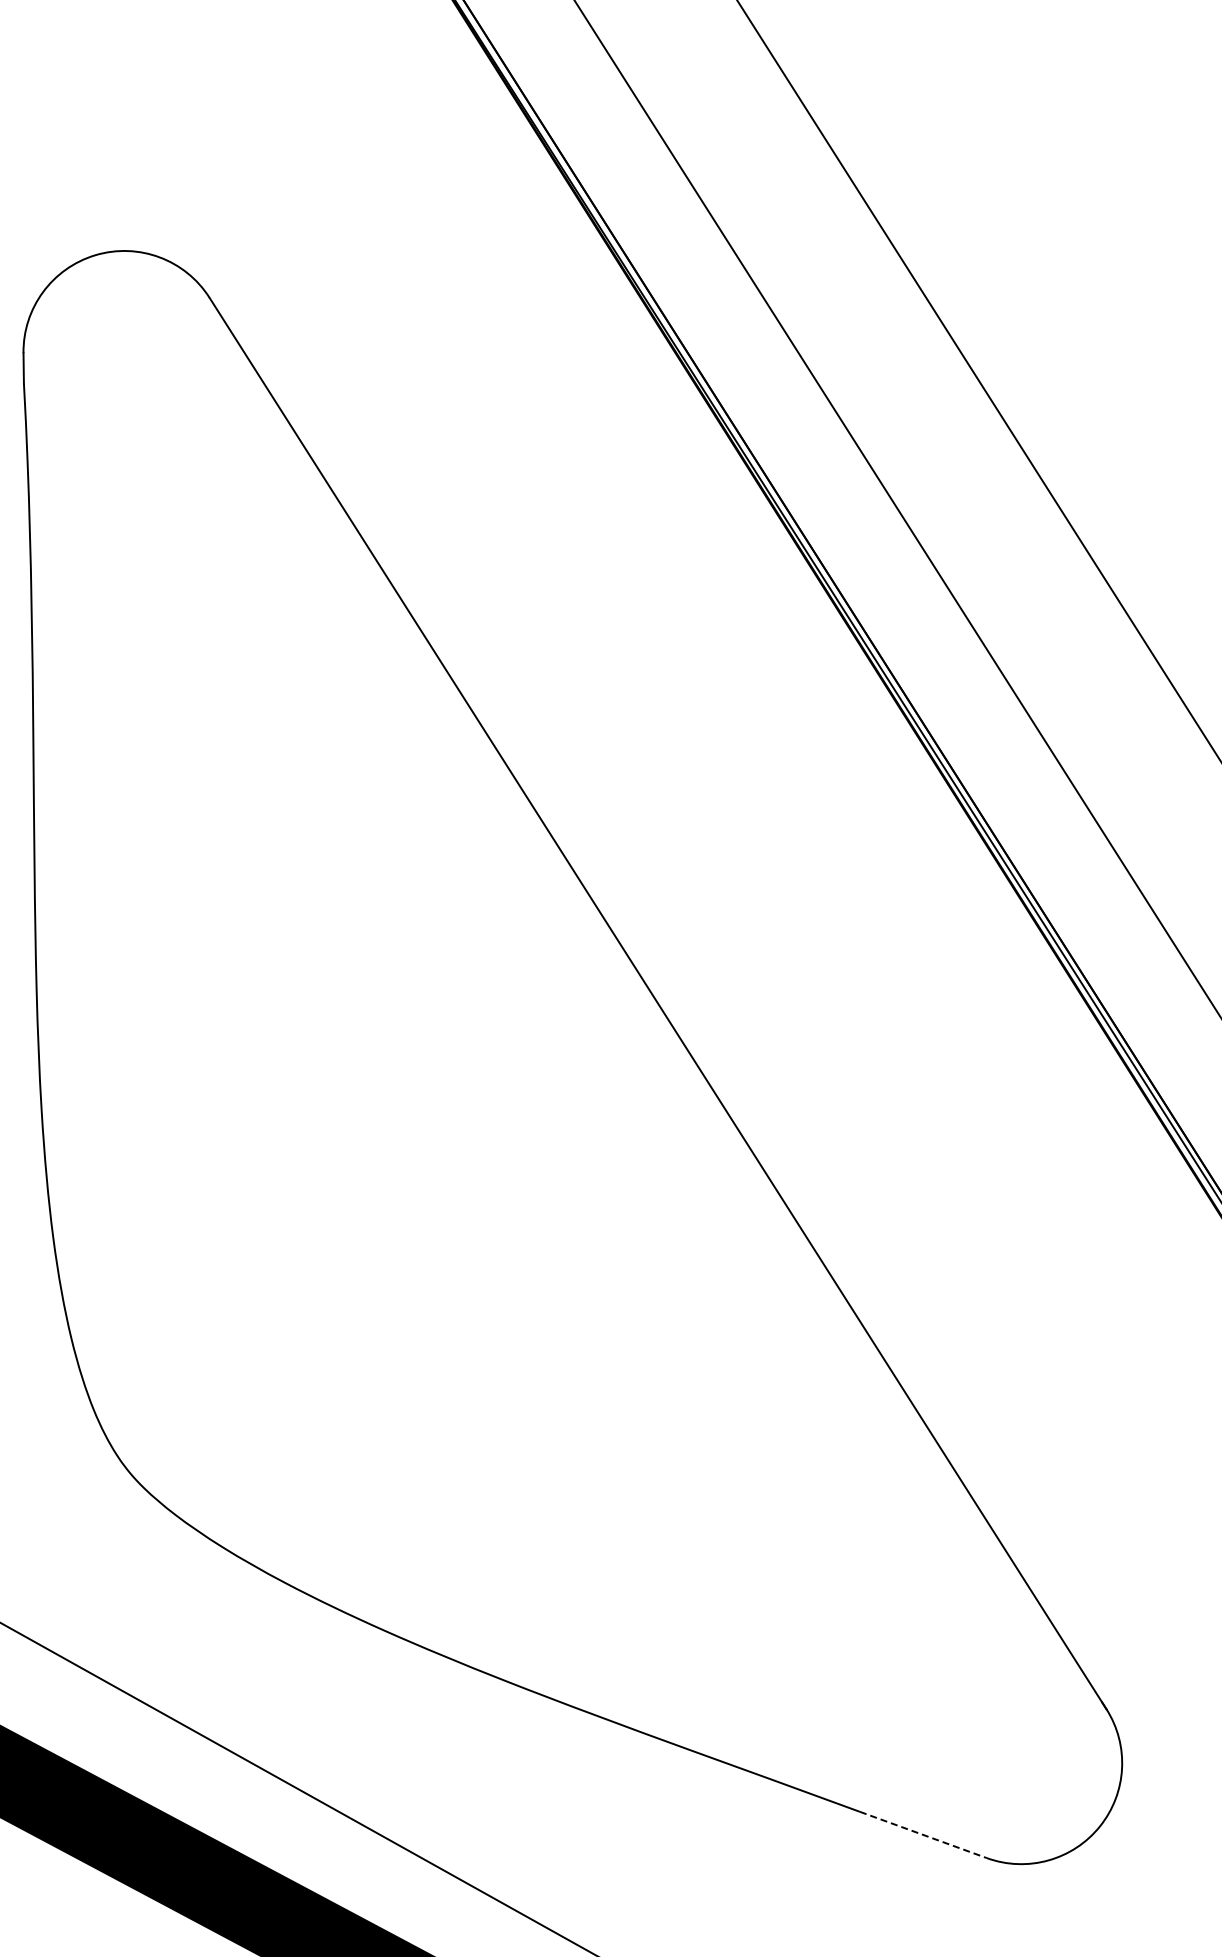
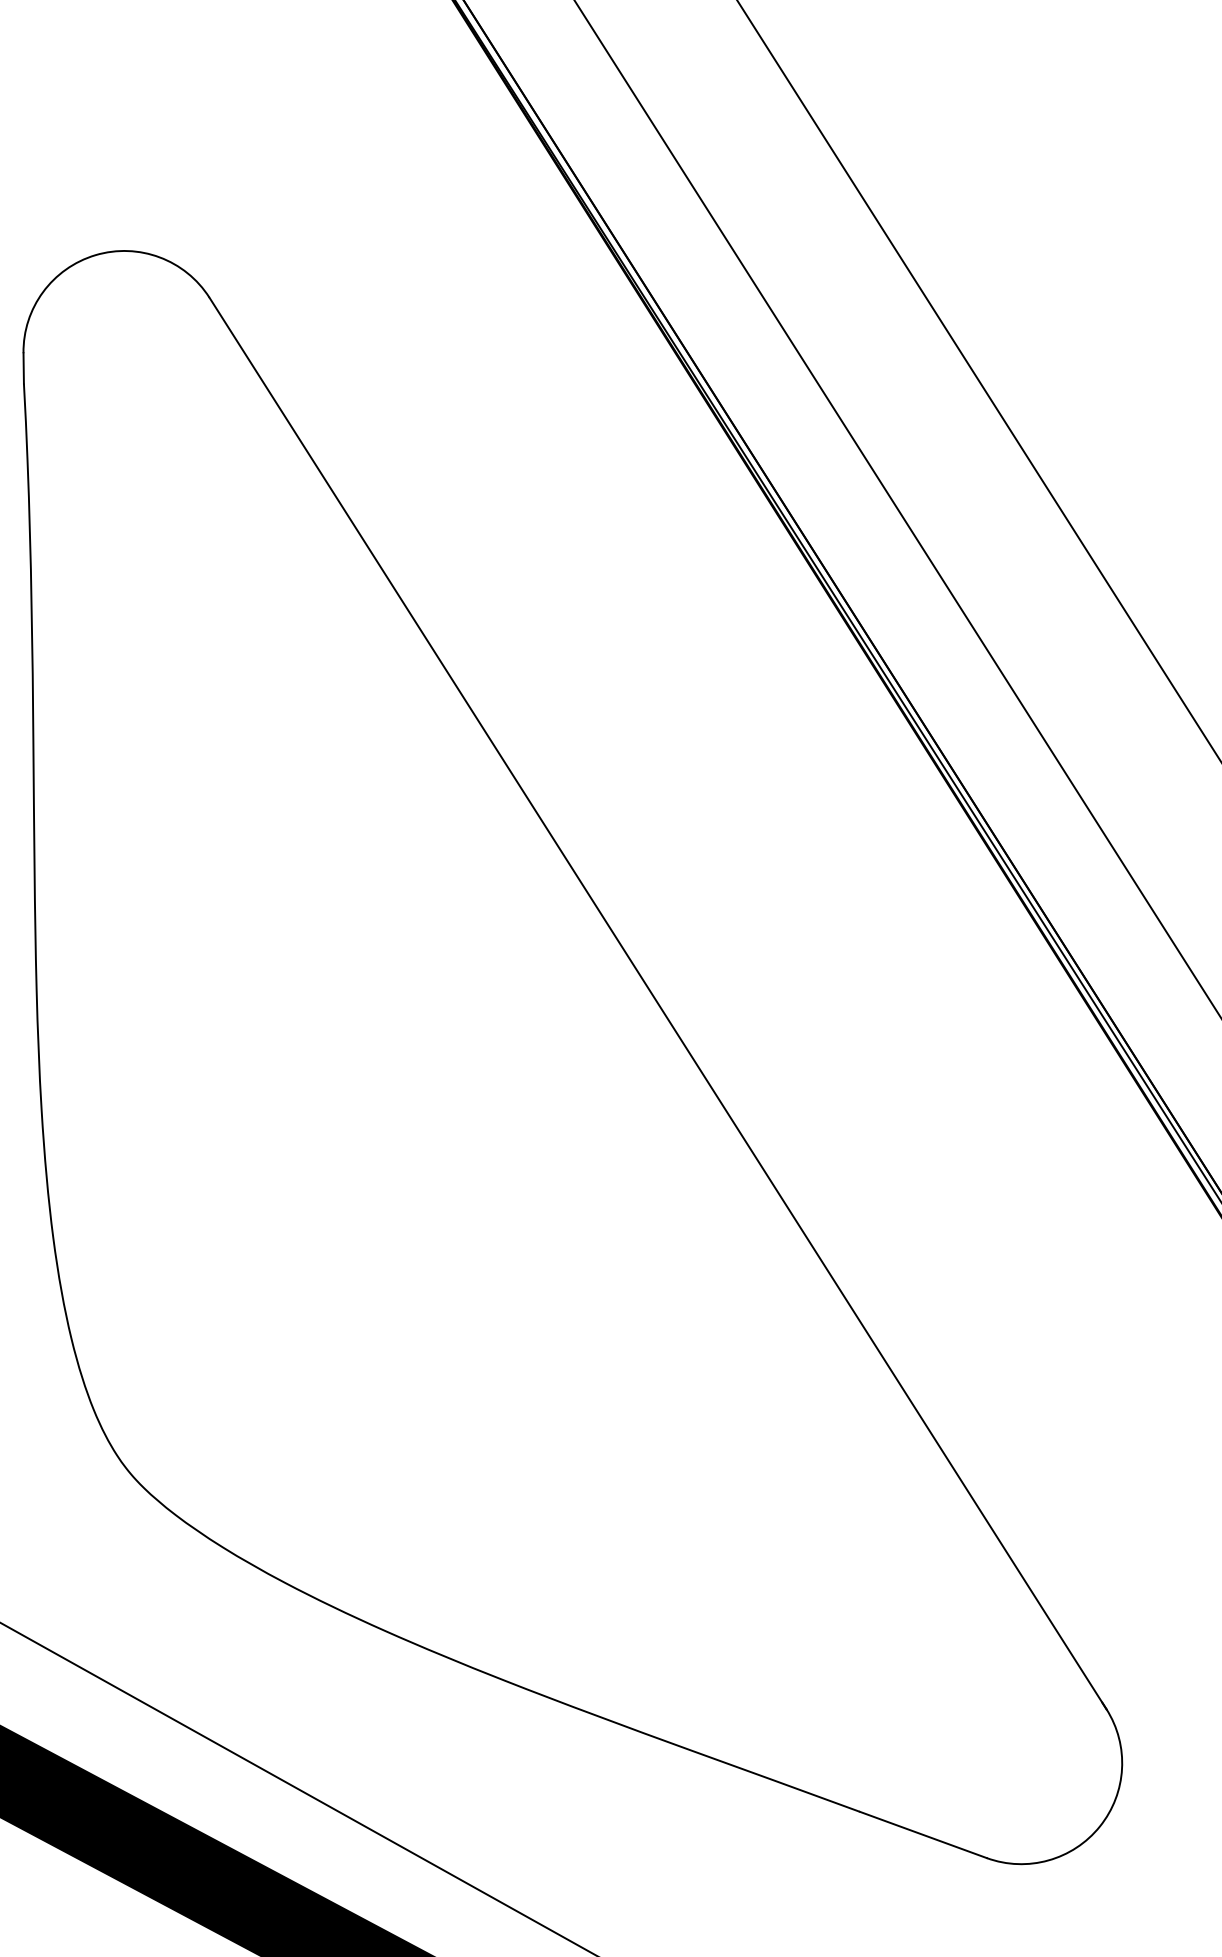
line at (923, 1834): dashed -> solid
